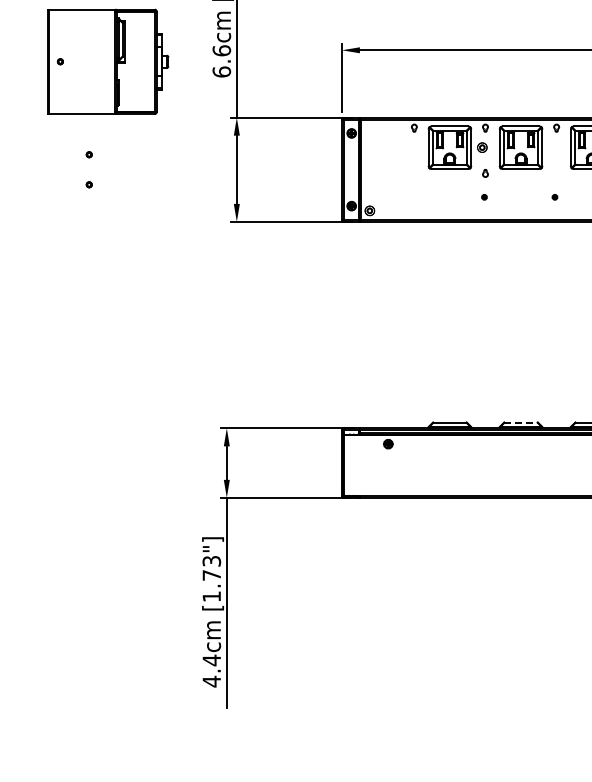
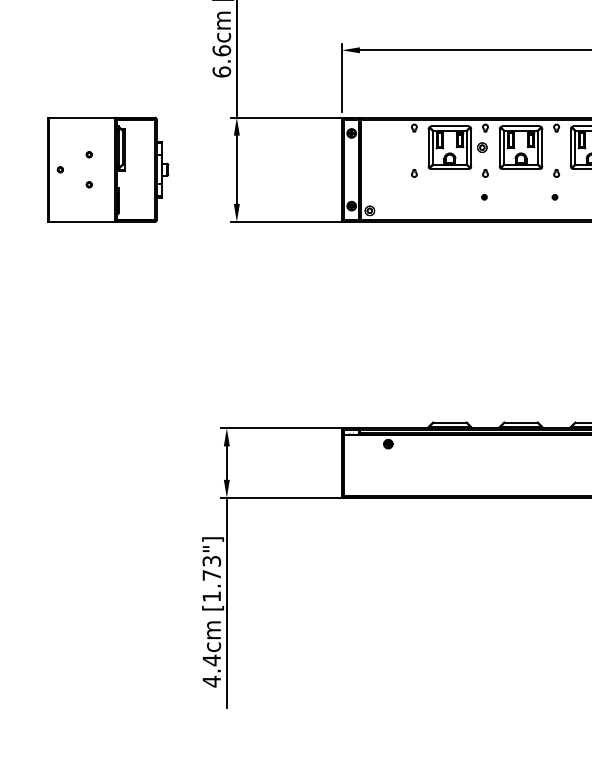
part at (108, 61) position: (108, 61) -> (108, 169)
part at (414, 173): none -> present
part at (556, 173): none -> present
line at (521, 422): dashed -> solid
